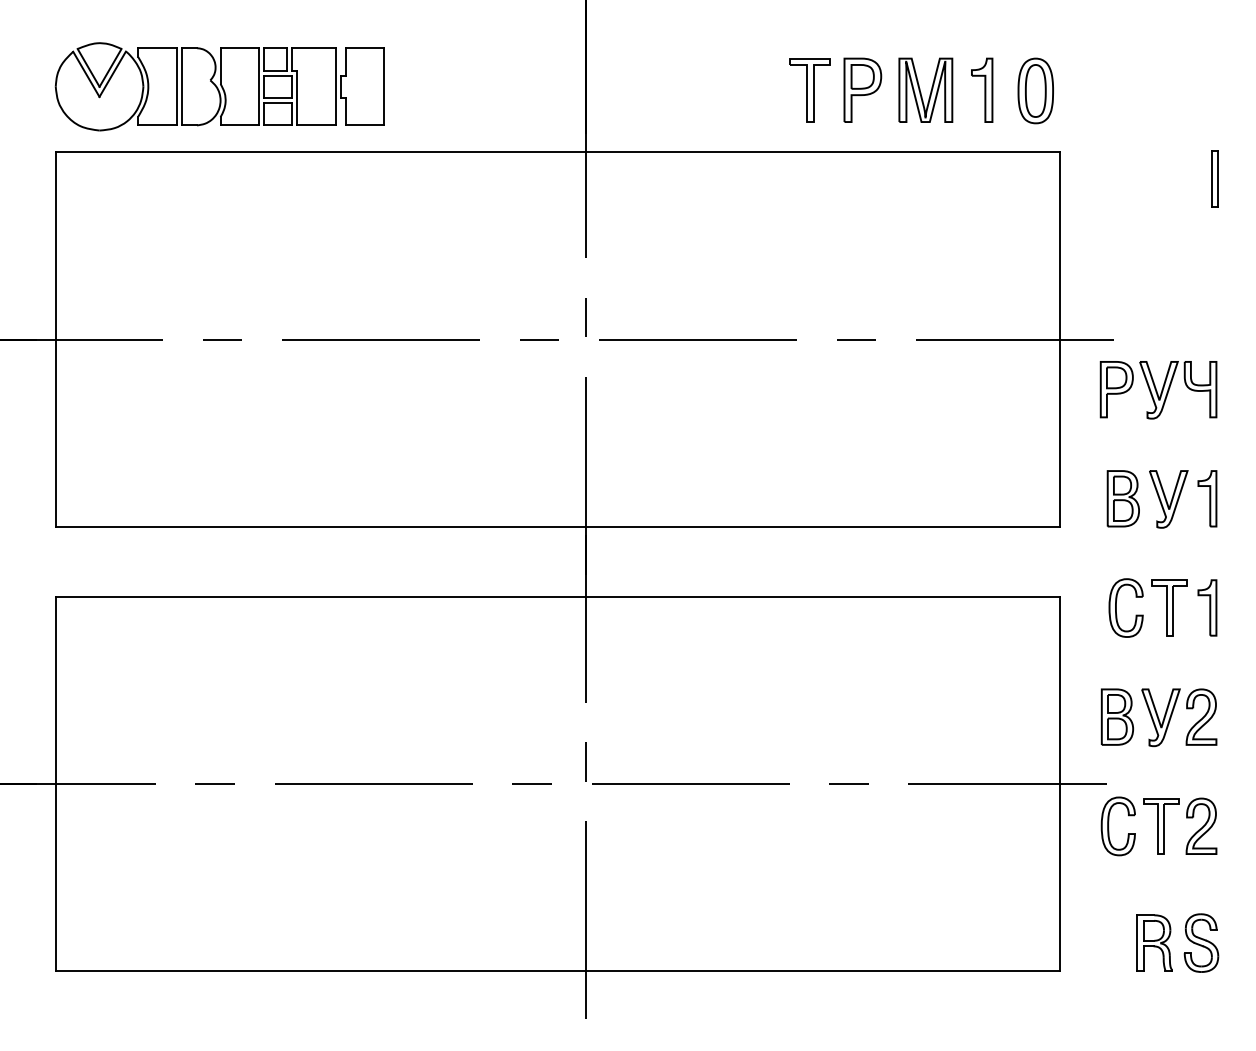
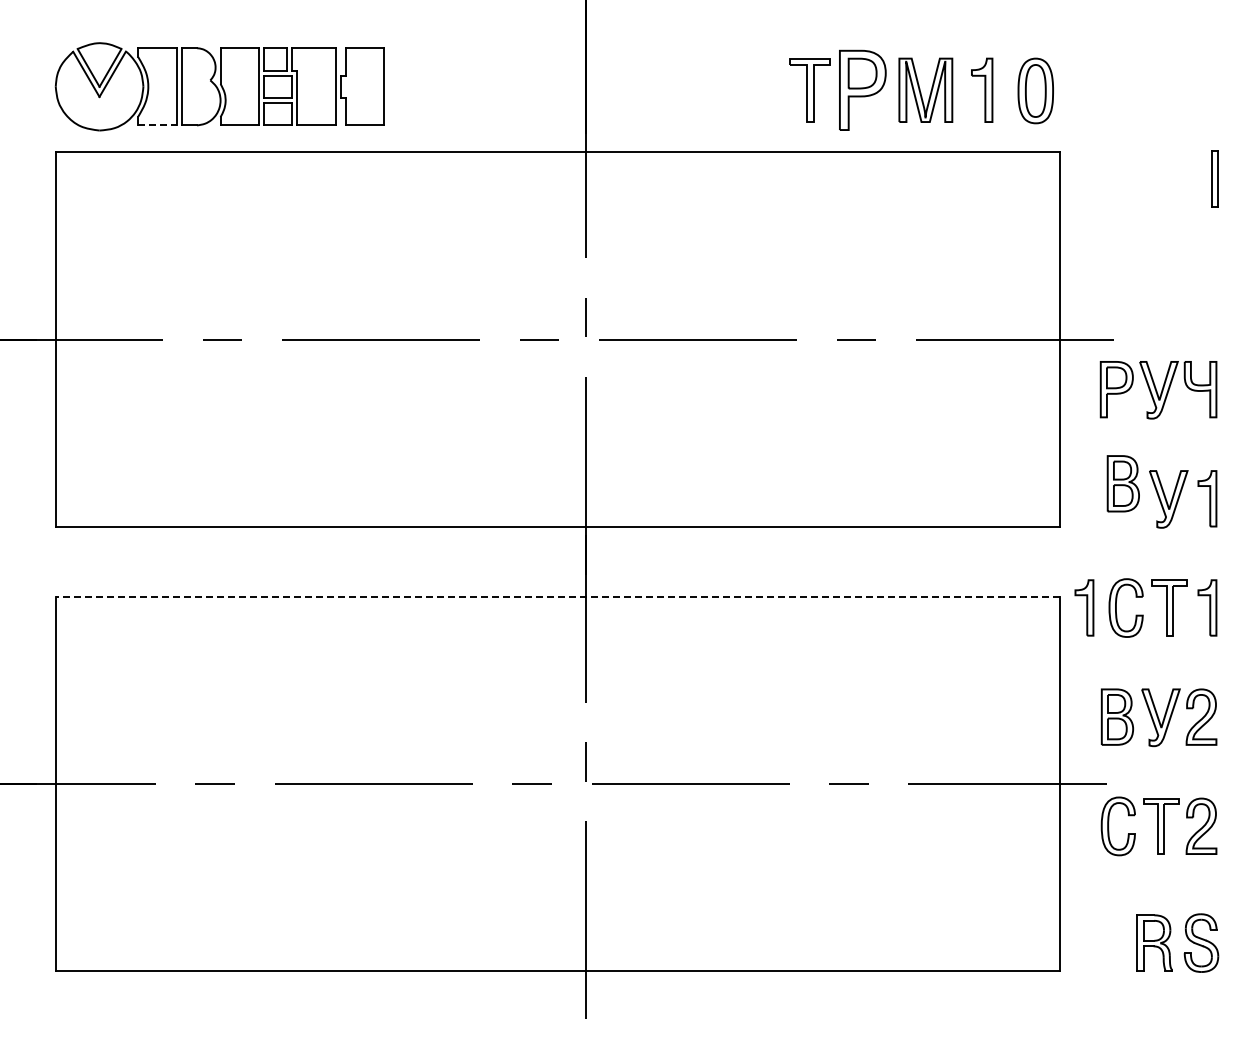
part at (862, 89) size: 40x66 px -> 48x82 px
line at (158, 125): solid -> dashed
part at (1122, 498) position: (1122, 498) -> (1122, 483)
line at (557, 596): solid -> dashed
part at (1084, 607): none -> present
